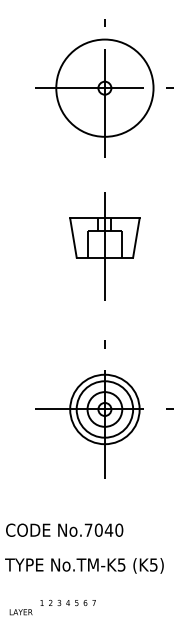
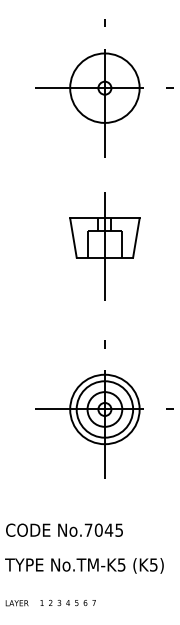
circle at (104, 87) diameter: 97 px -> 69 px
text at (119, 529): No.7040 -> No.7045
text at (20, 612) position: (20, 612) -> (16, 603)
